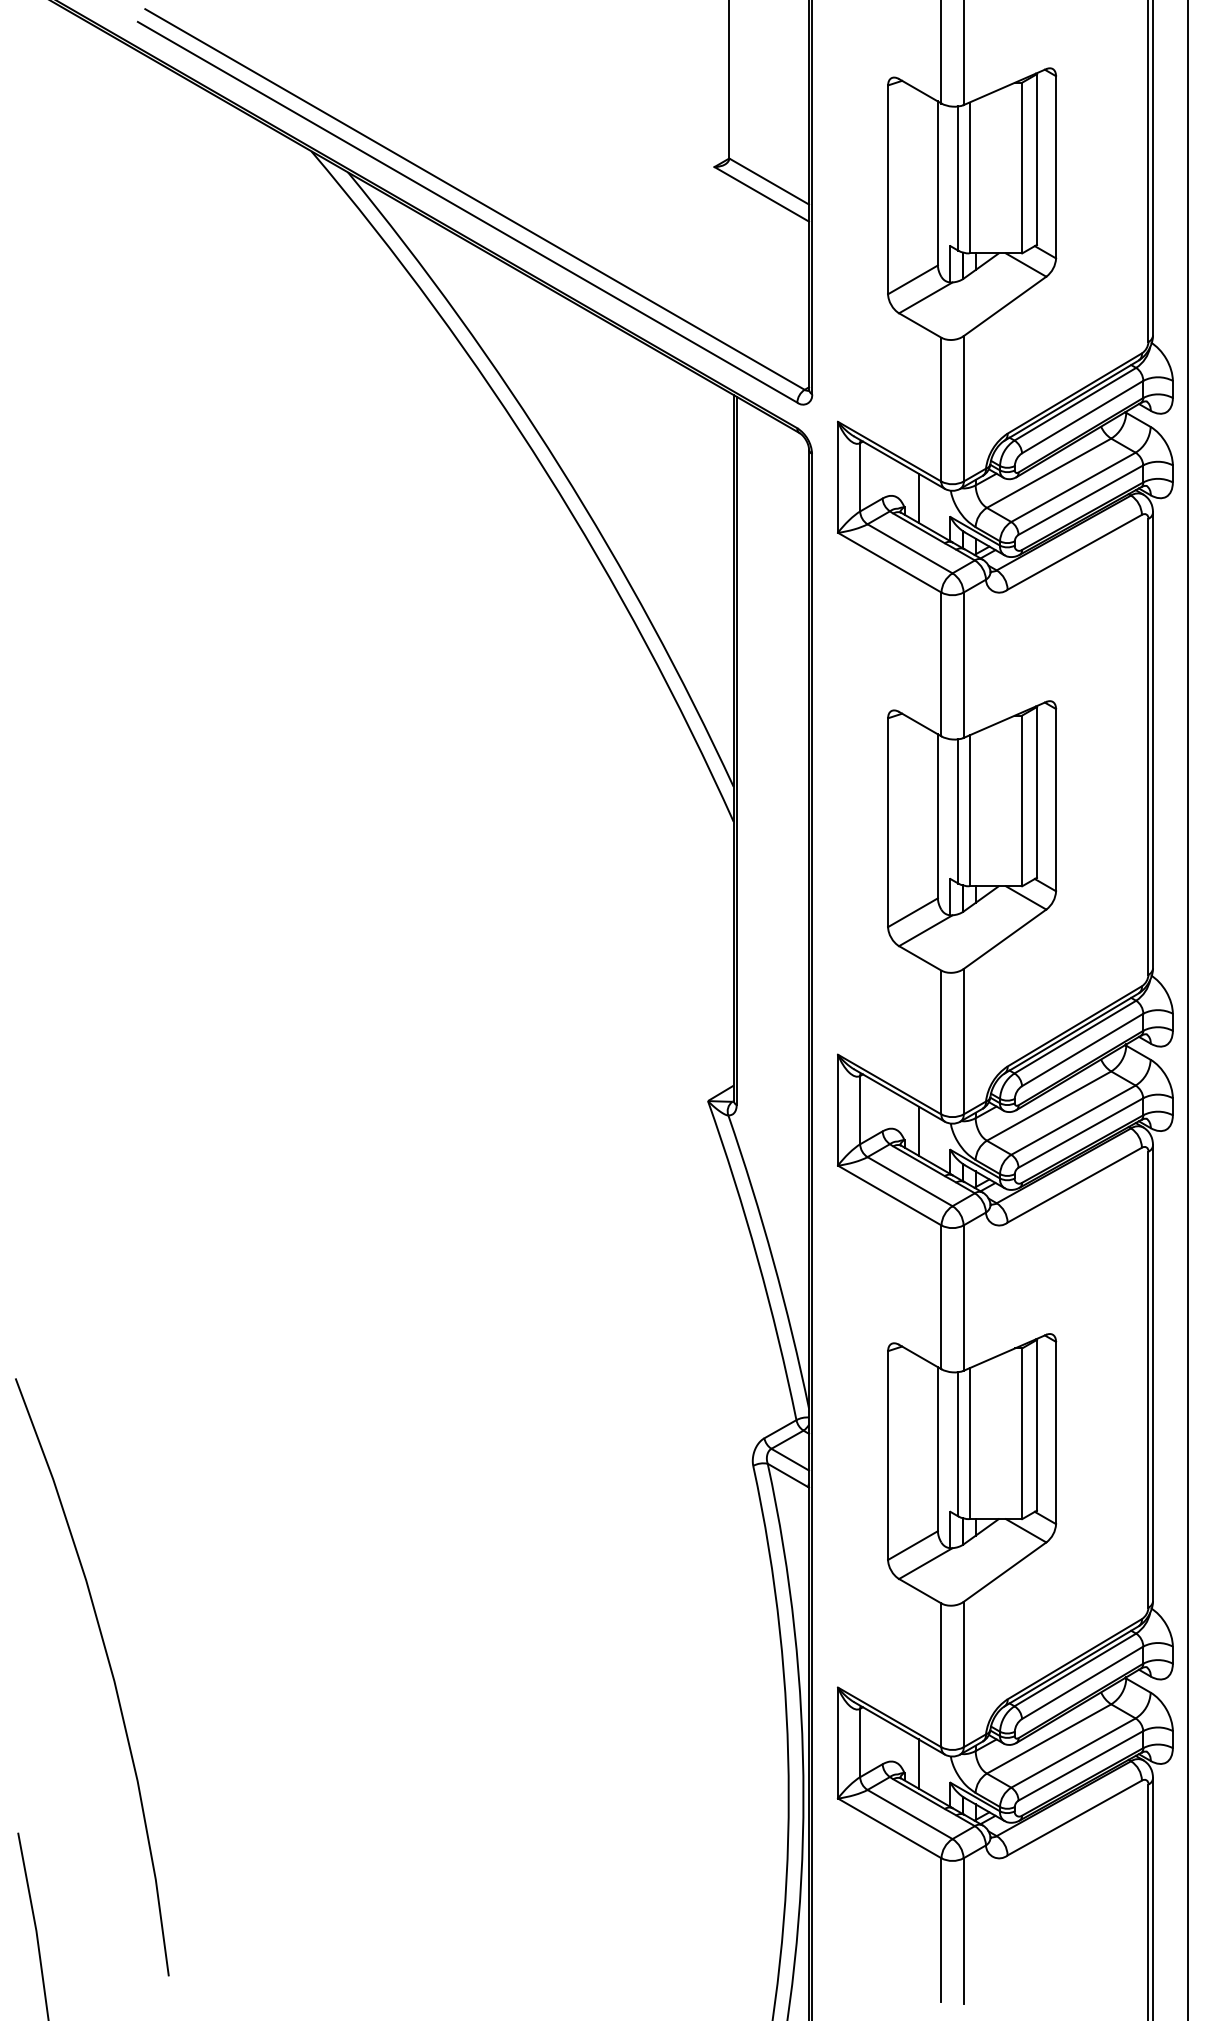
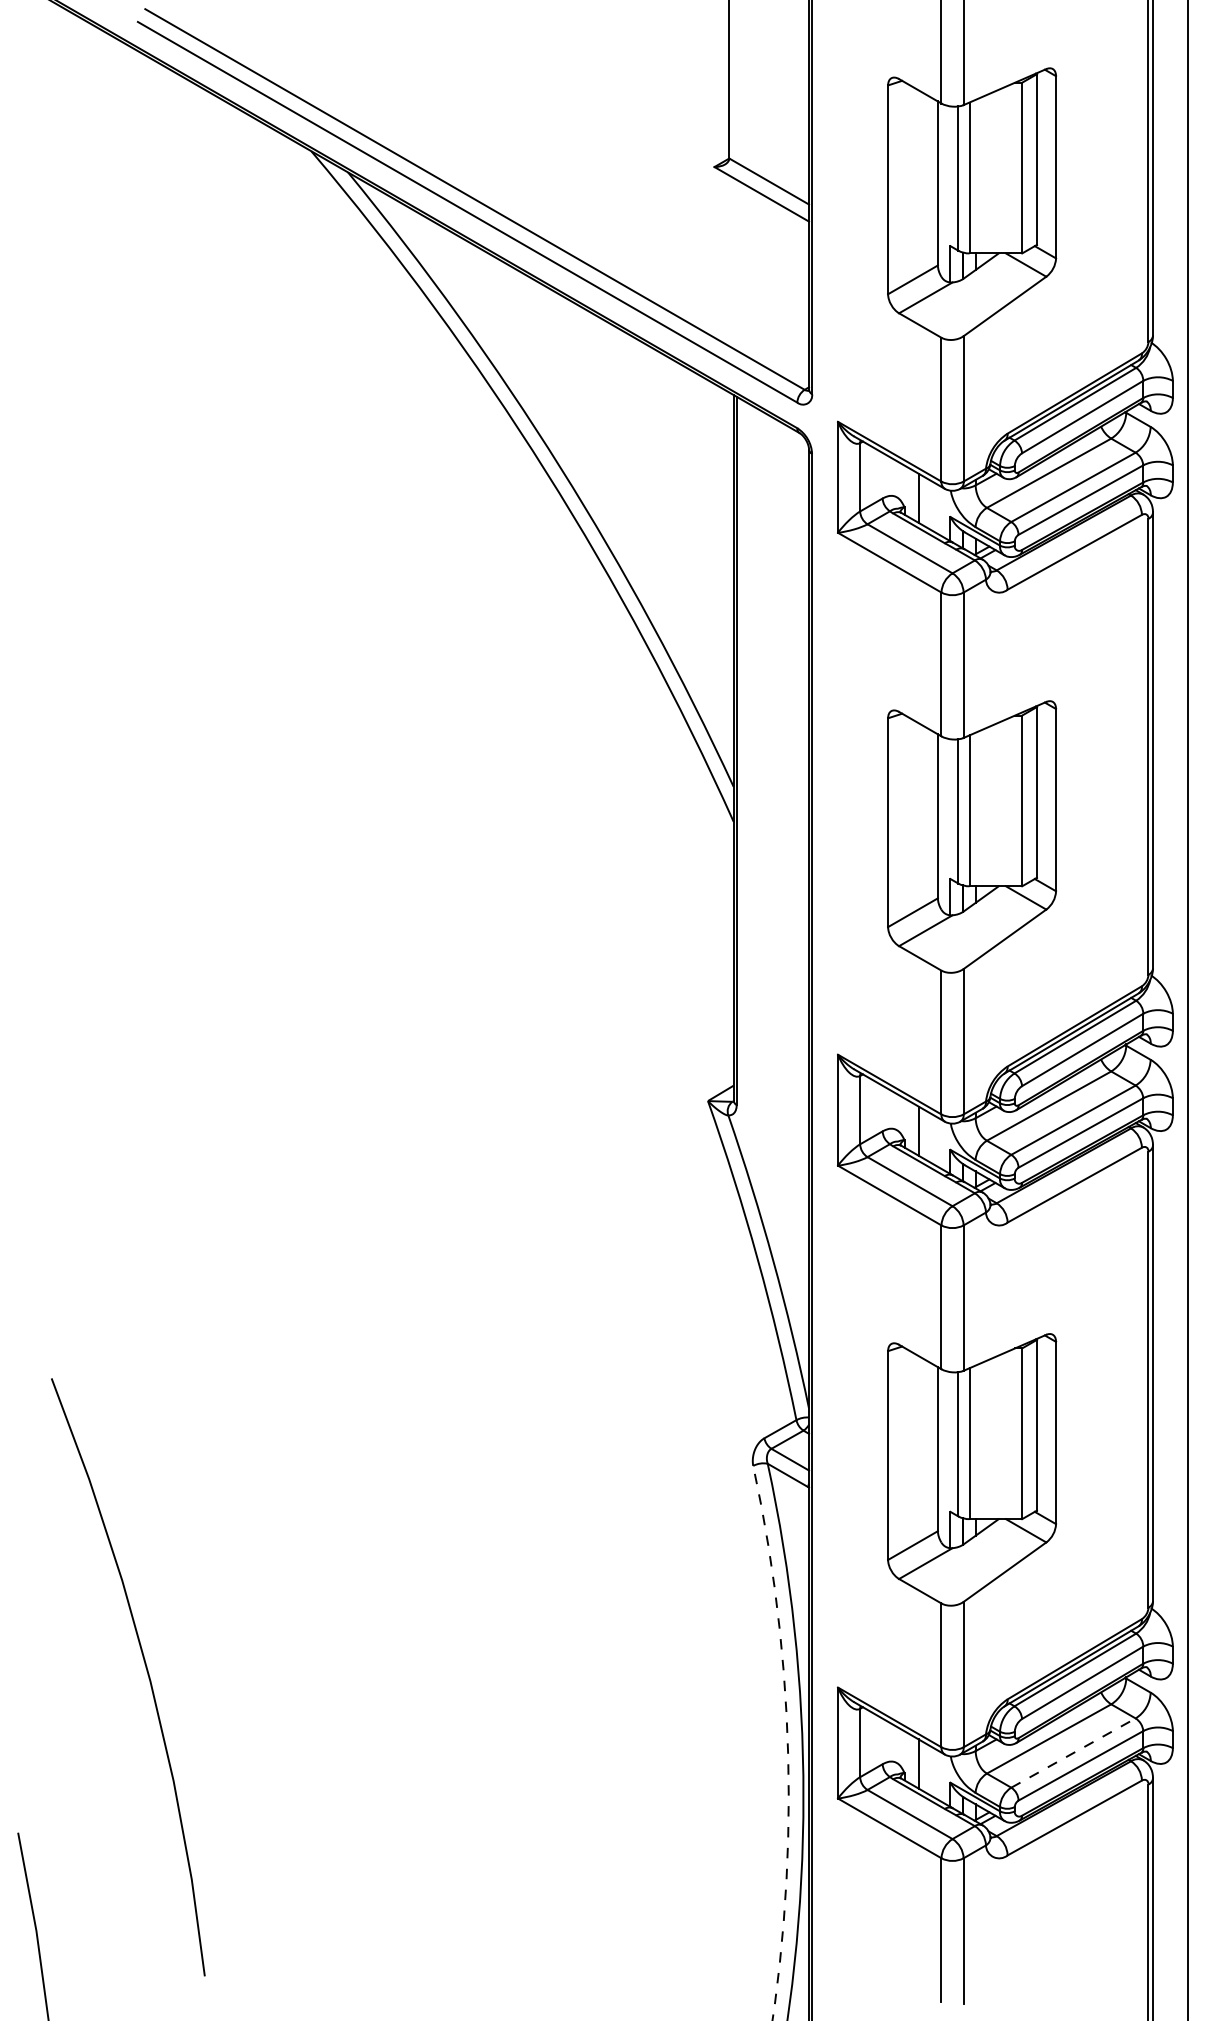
curve at (110, 1671) position: (110, 1671) -> (146, 1671)
arc at (787, 1742): solid -> dashed
line at (1073, 1752): solid -> dashed
